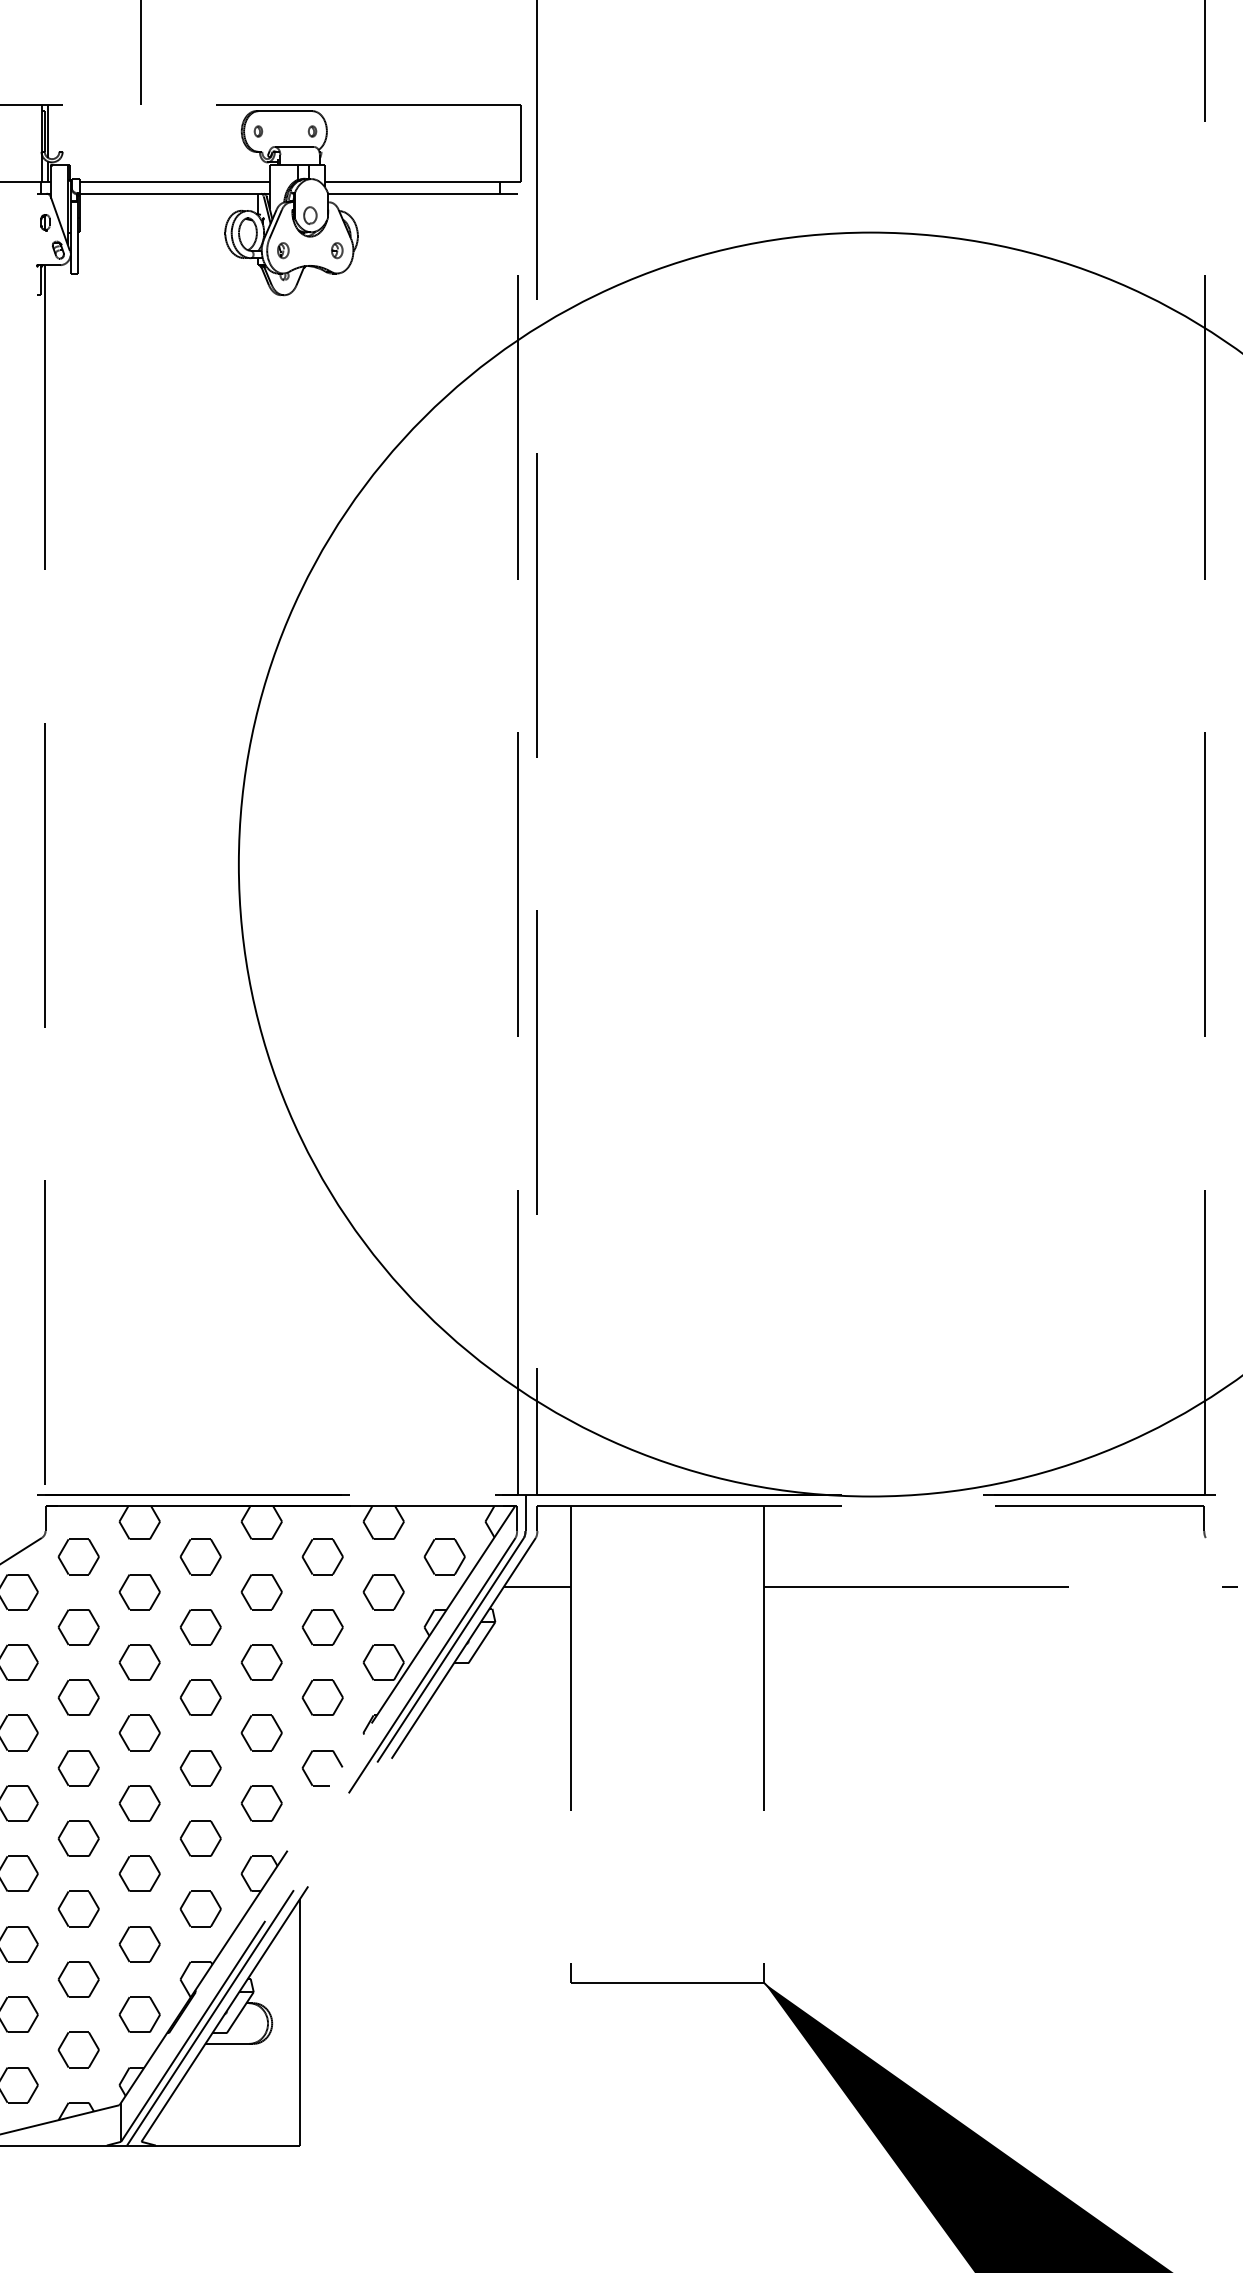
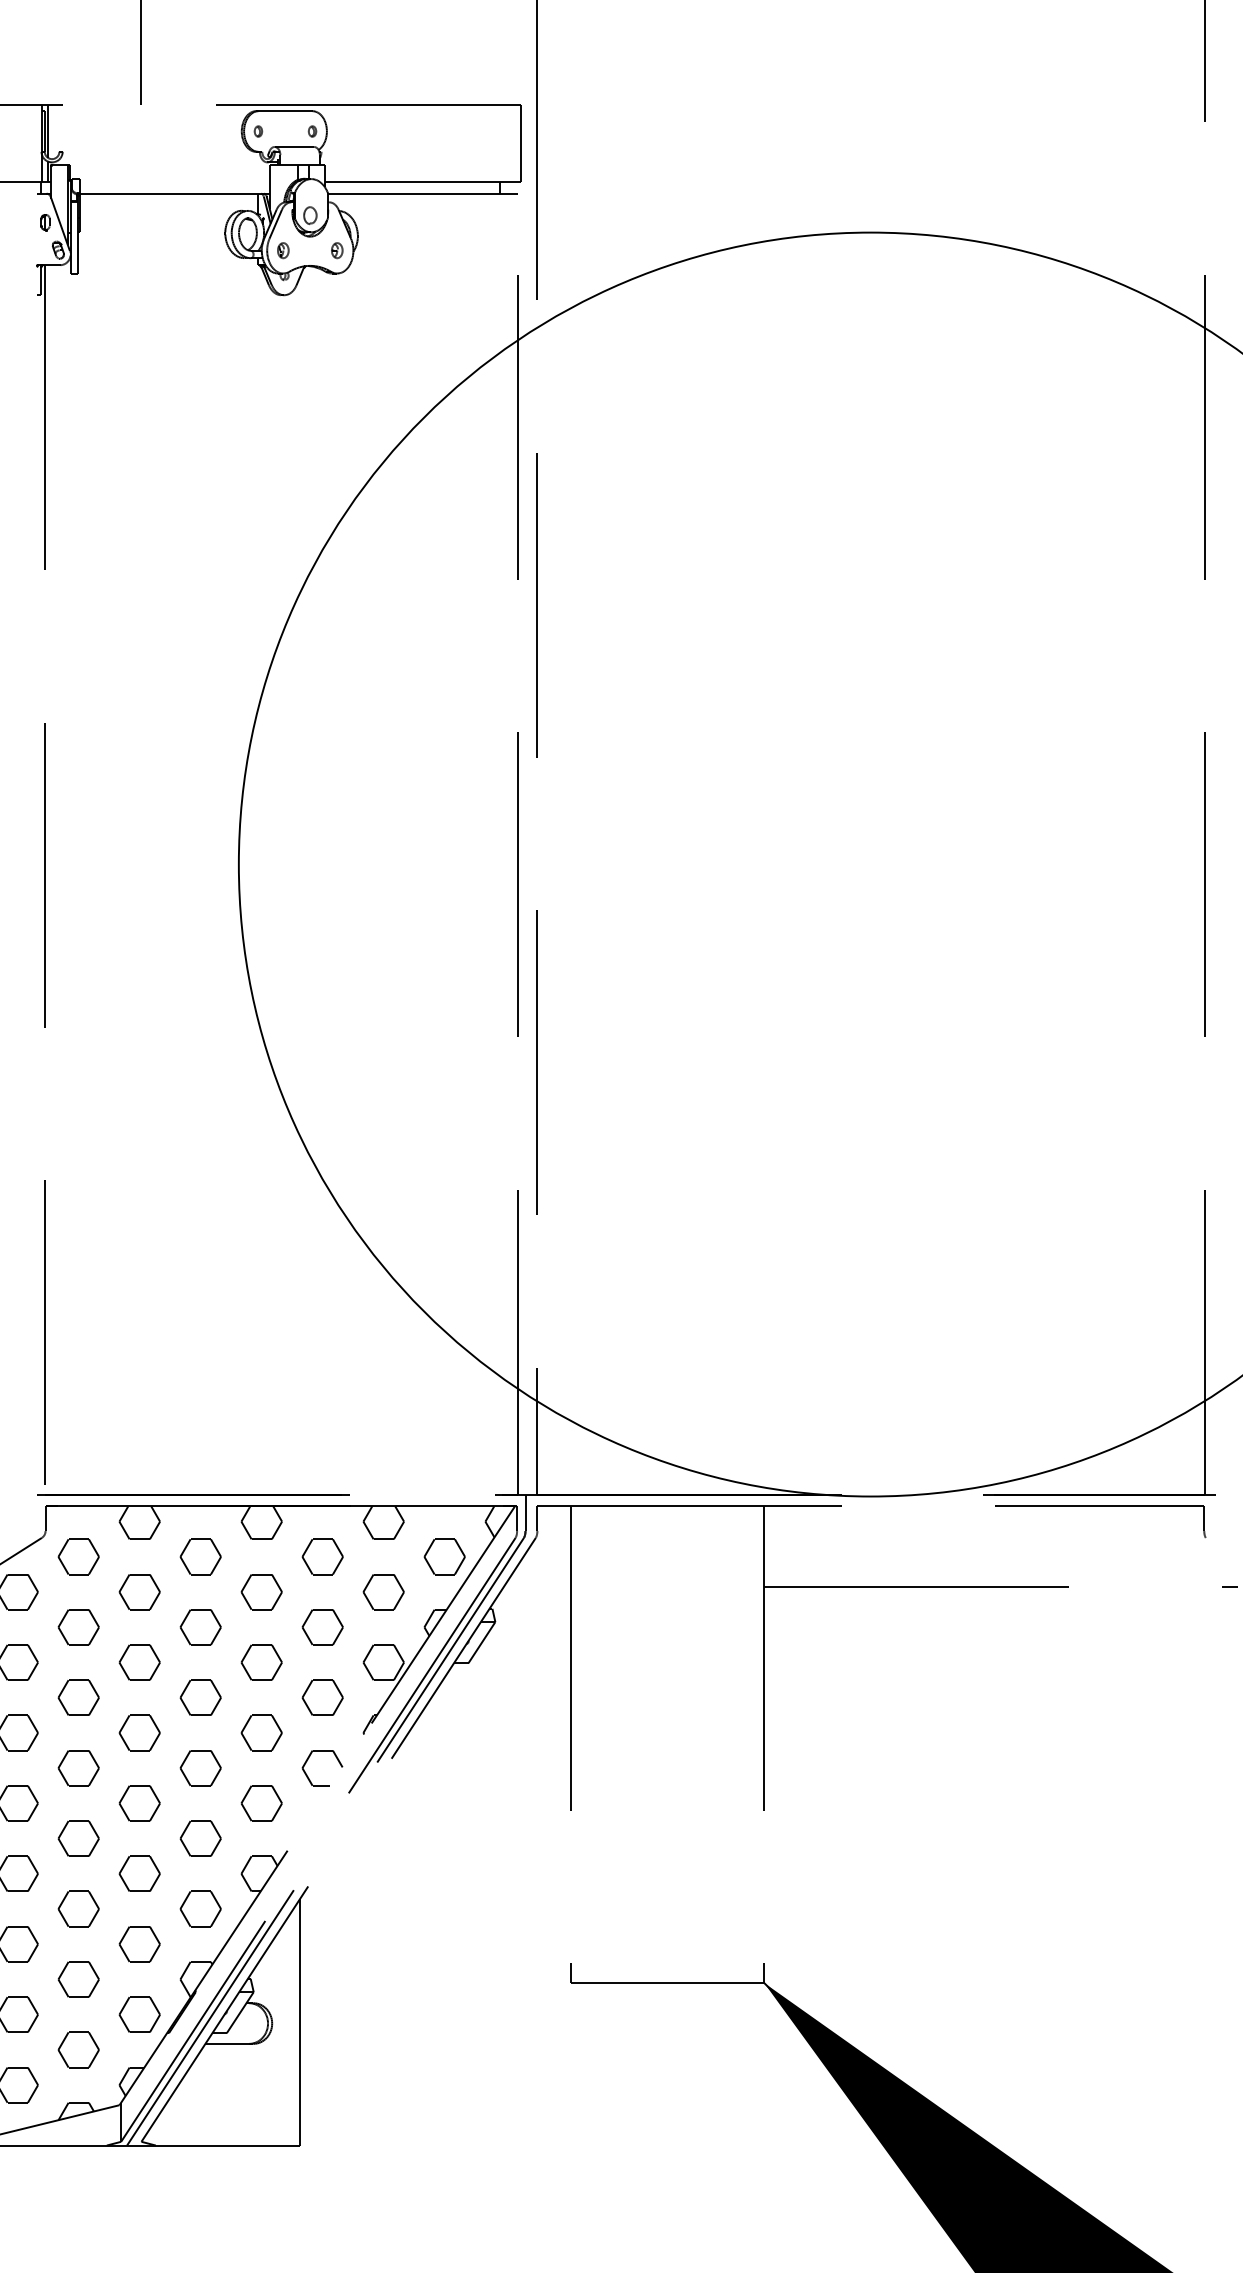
line at (174, 181): present -> none
line at (536, 1587): present -> none
